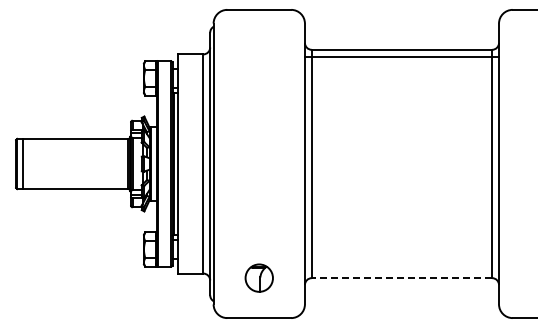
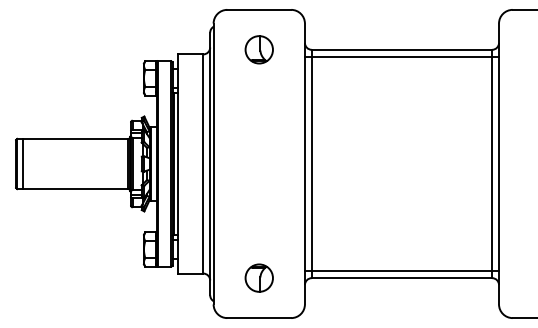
part at (258, 49): none -> present
line at (401, 271): none -> present
line at (401, 278): dashed -> solid
